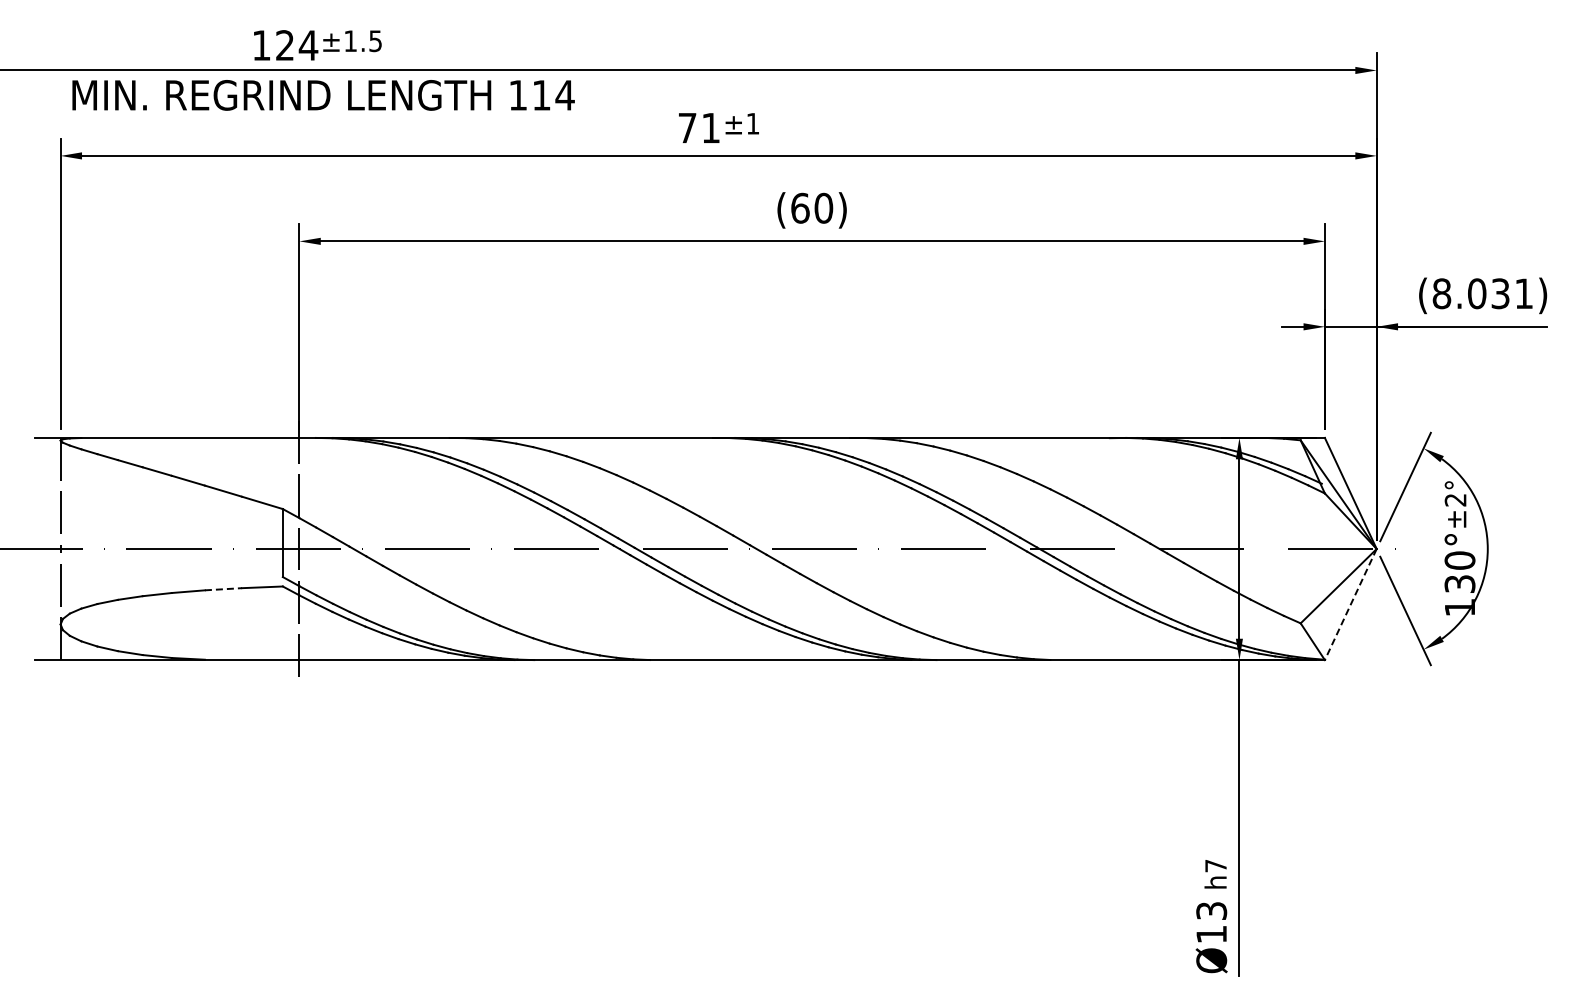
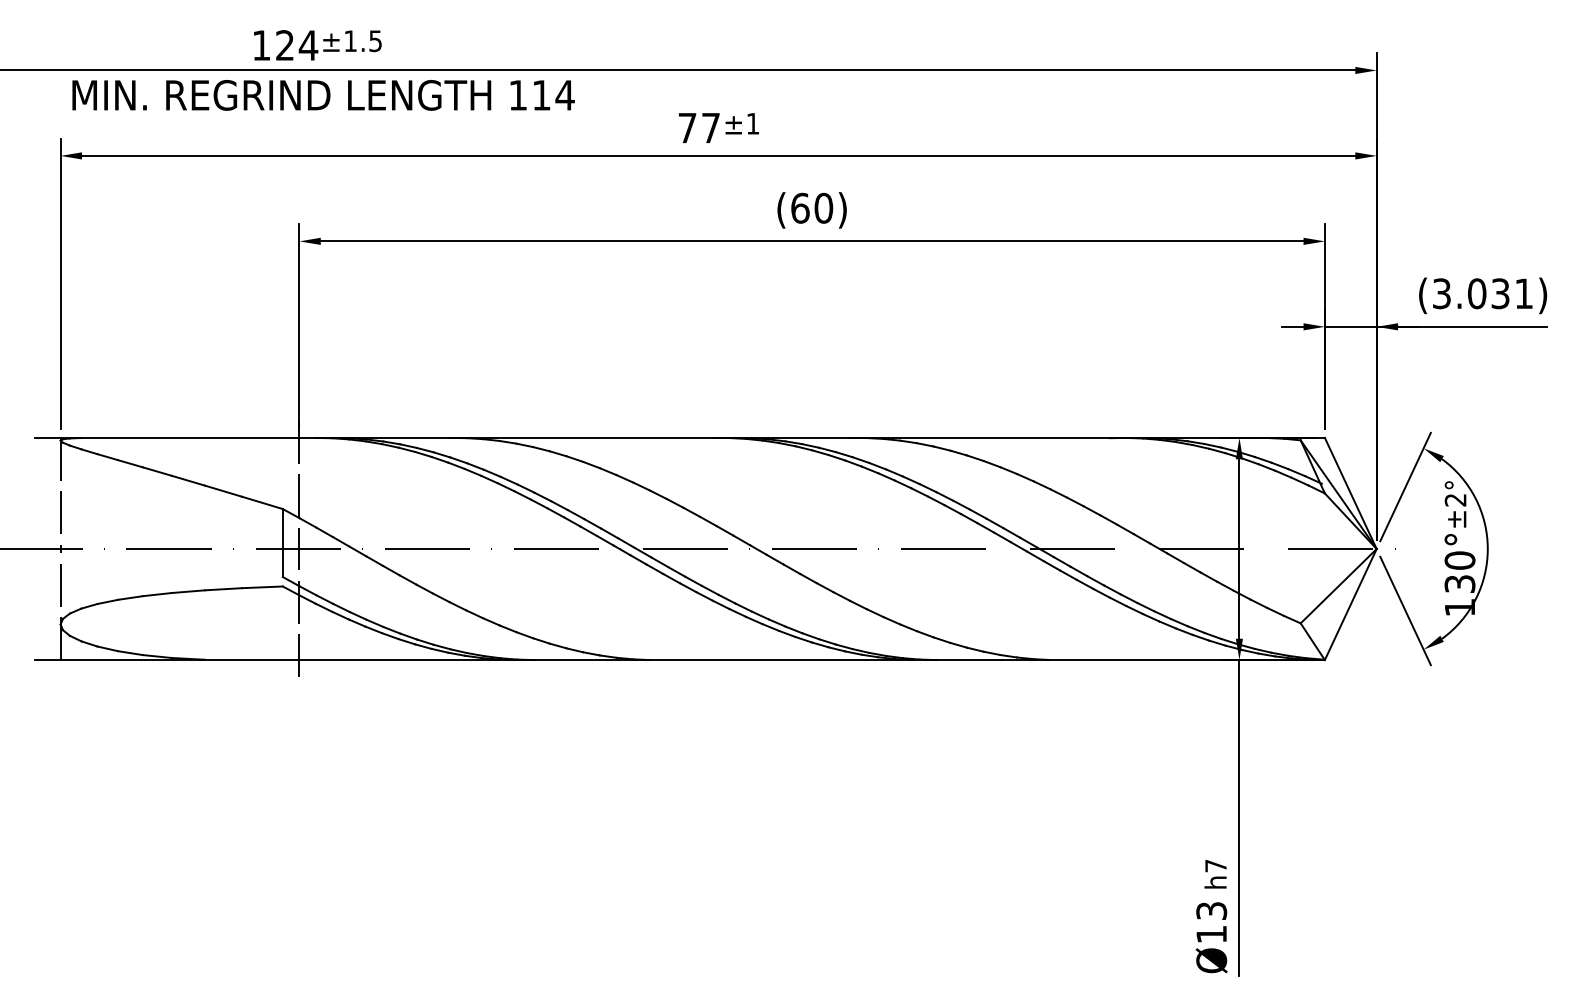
text at (710, 127): 71 -> 77
text at (1441, 293): (8.031) -> (3.031)
line at (223, 589): dashed -> solid
line at (1350, 605): dashed -> solid
